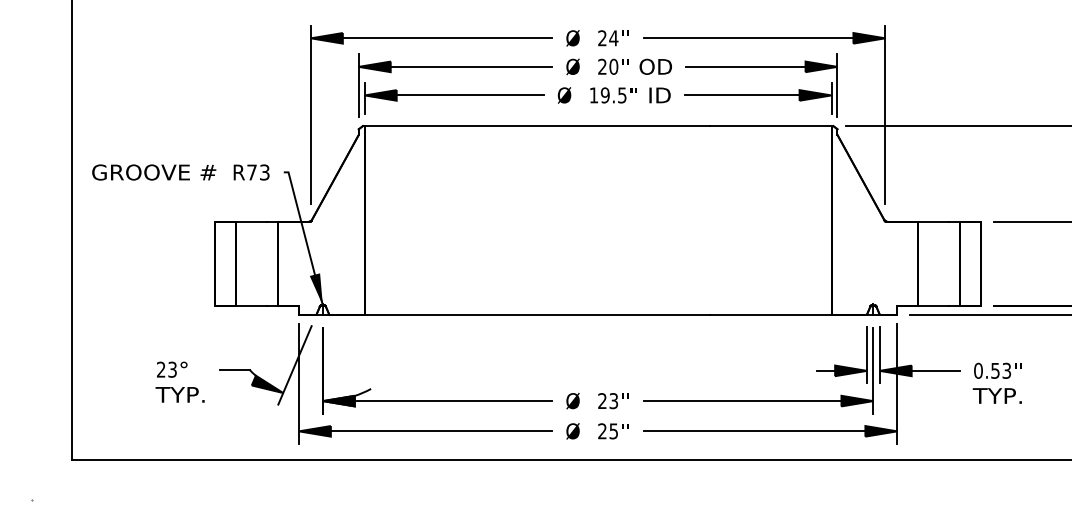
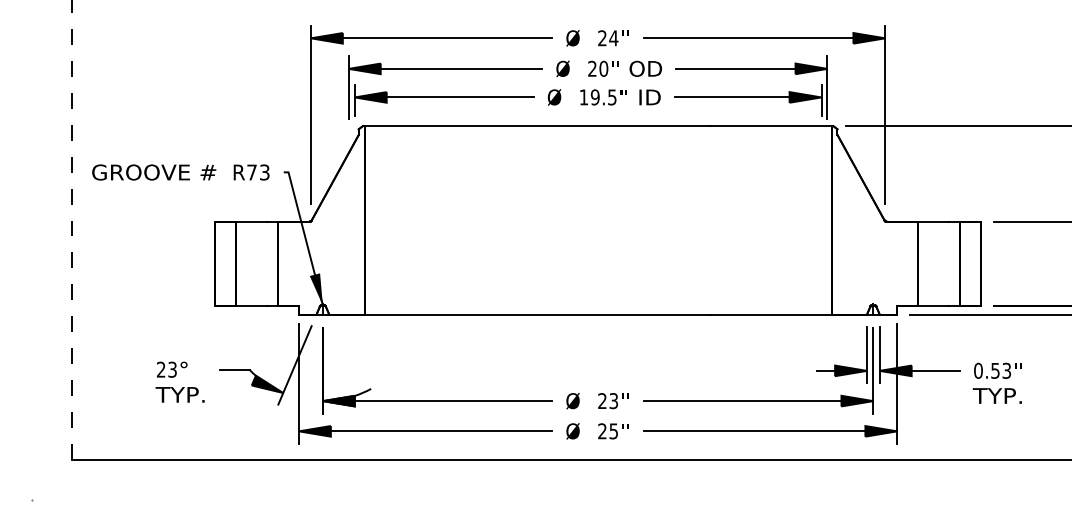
part at (597, 85) position: (597, 85) -> (587, 87)
line at (72, 229): solid -> dashed
